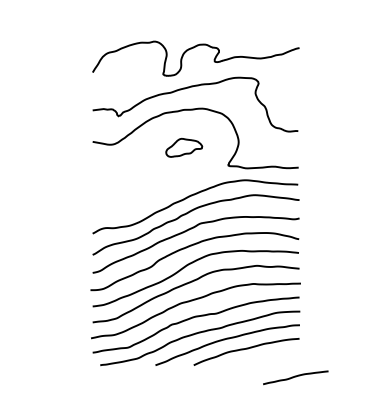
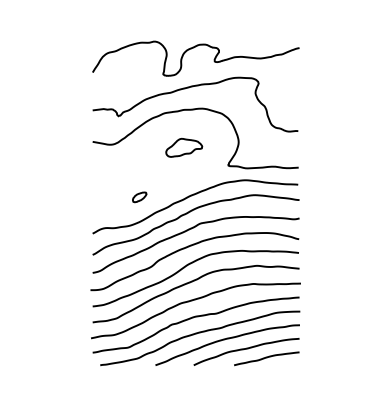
part at (139, 197): none -> present
curve at (295, 377) position: (295, 377) -> (266, 358)
